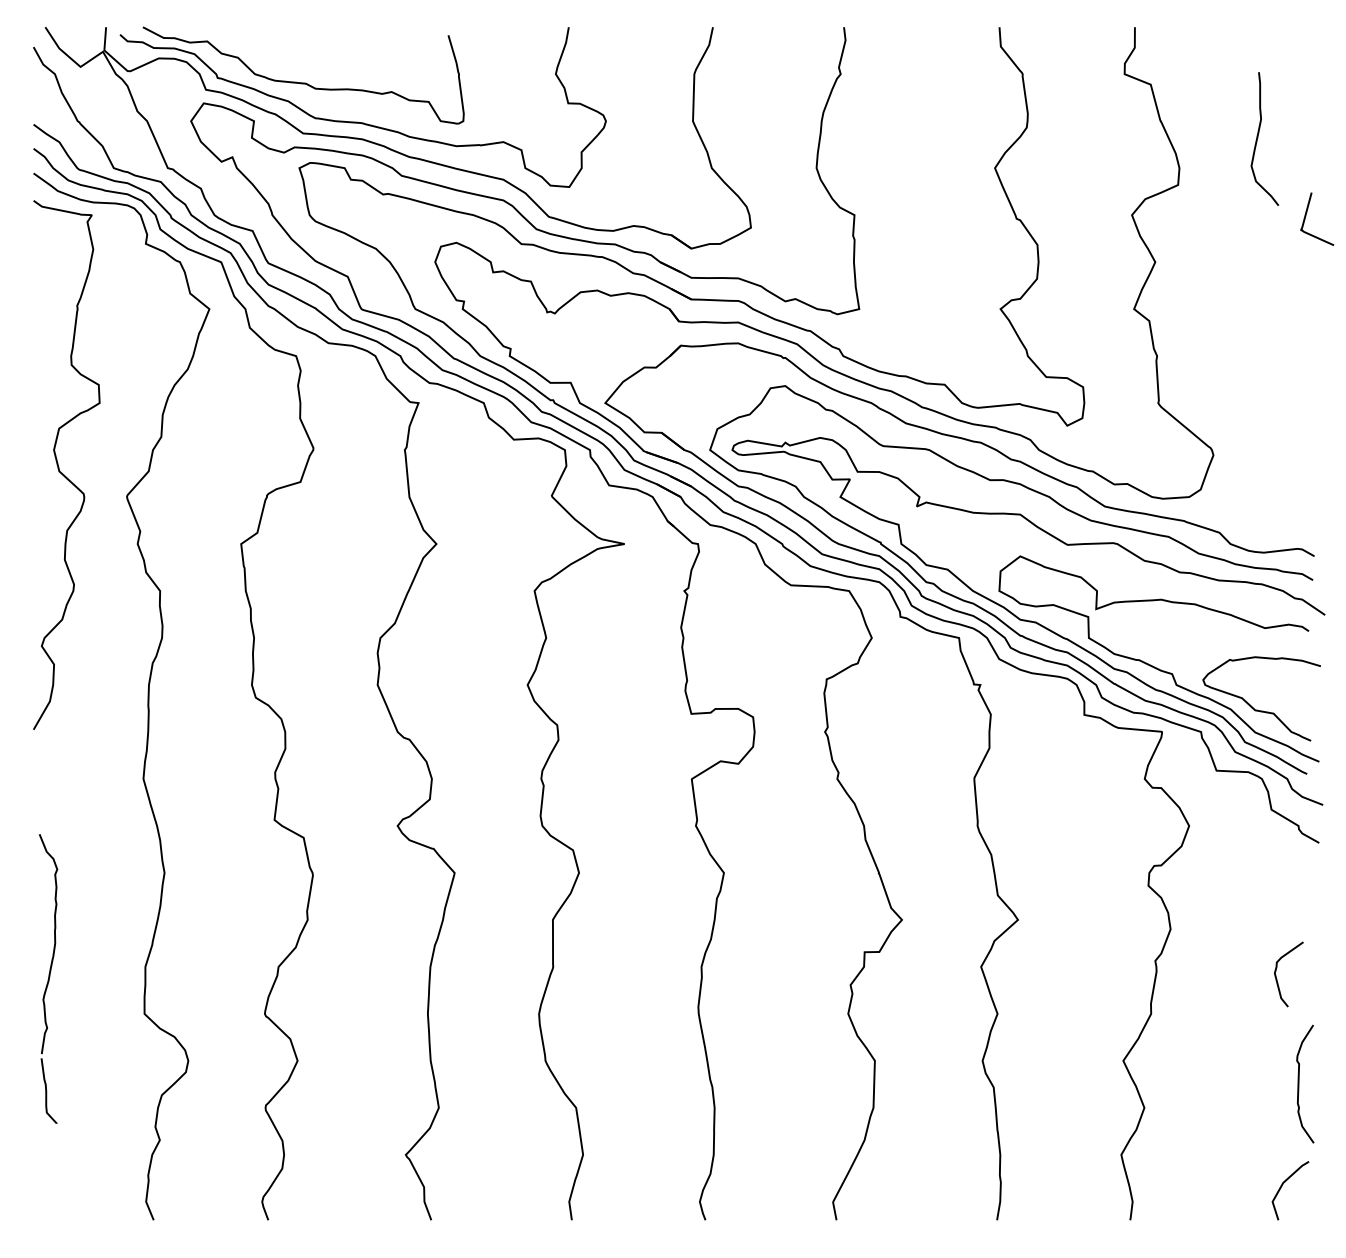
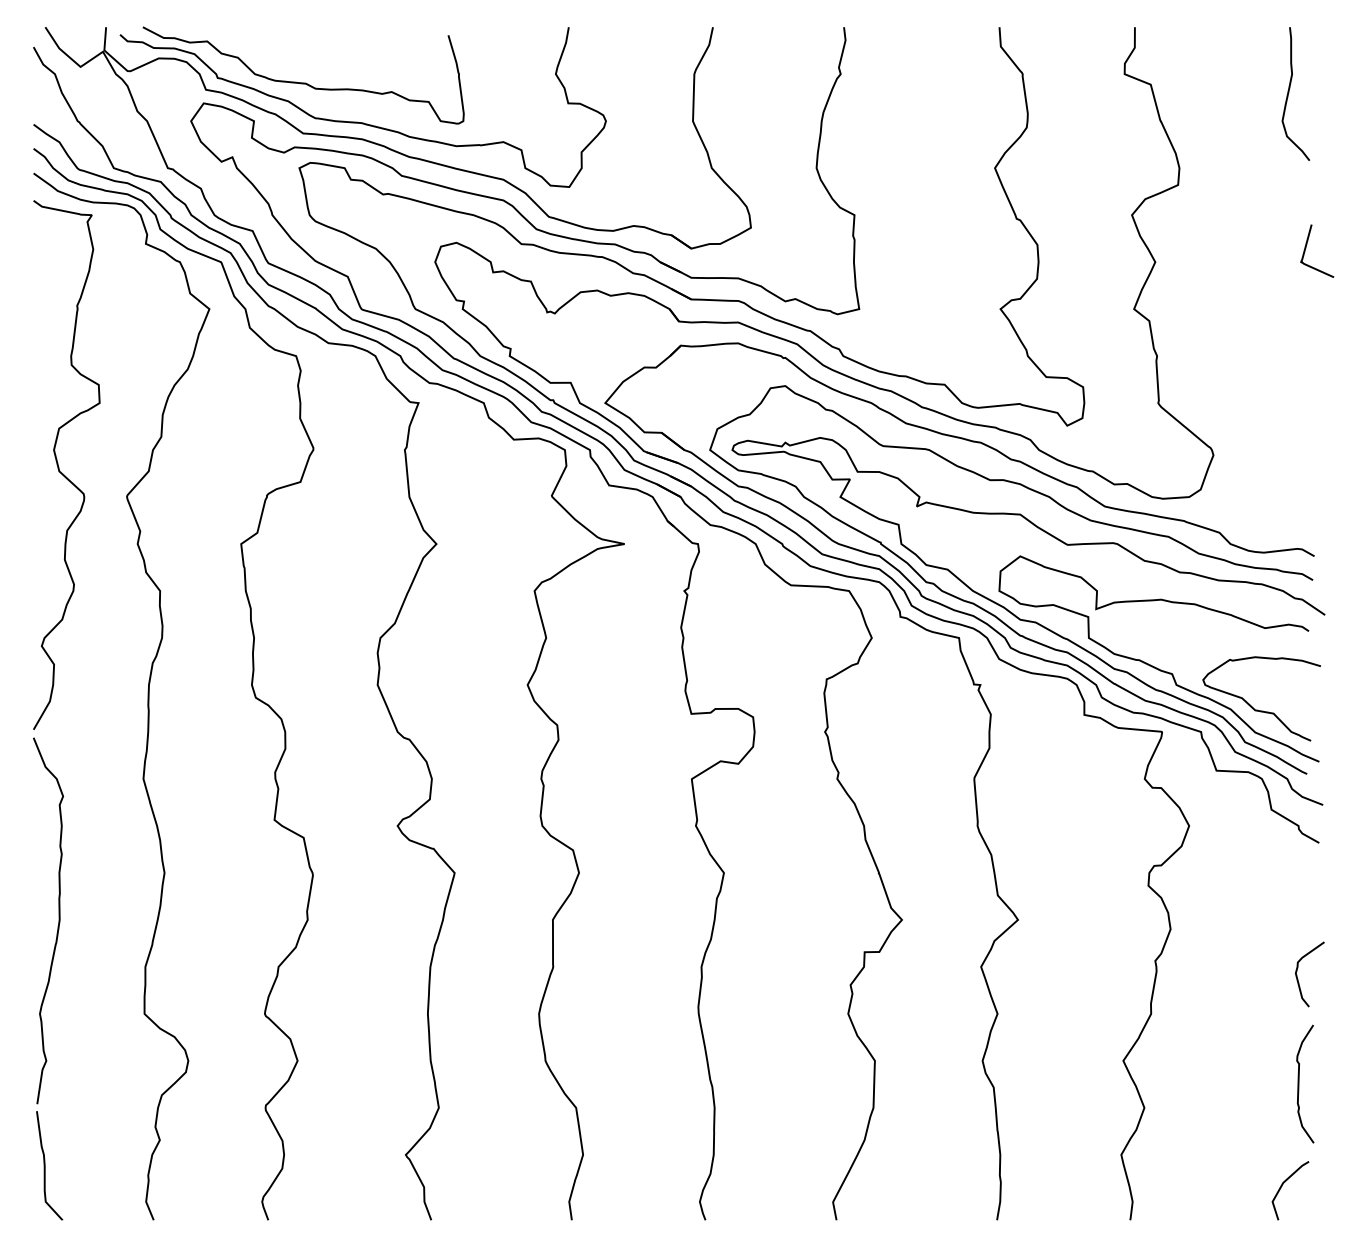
curve at (1258, 137) position: (1258, 137) -> (1289, 92)
curve at (1306, 216) position: (1306, 216) -> (1306, 248)
part at (48, 978) size: 20x290 px -> 31x484 px
curve at (1277, 978) position: (1277, 978) -> (1298, 978)
